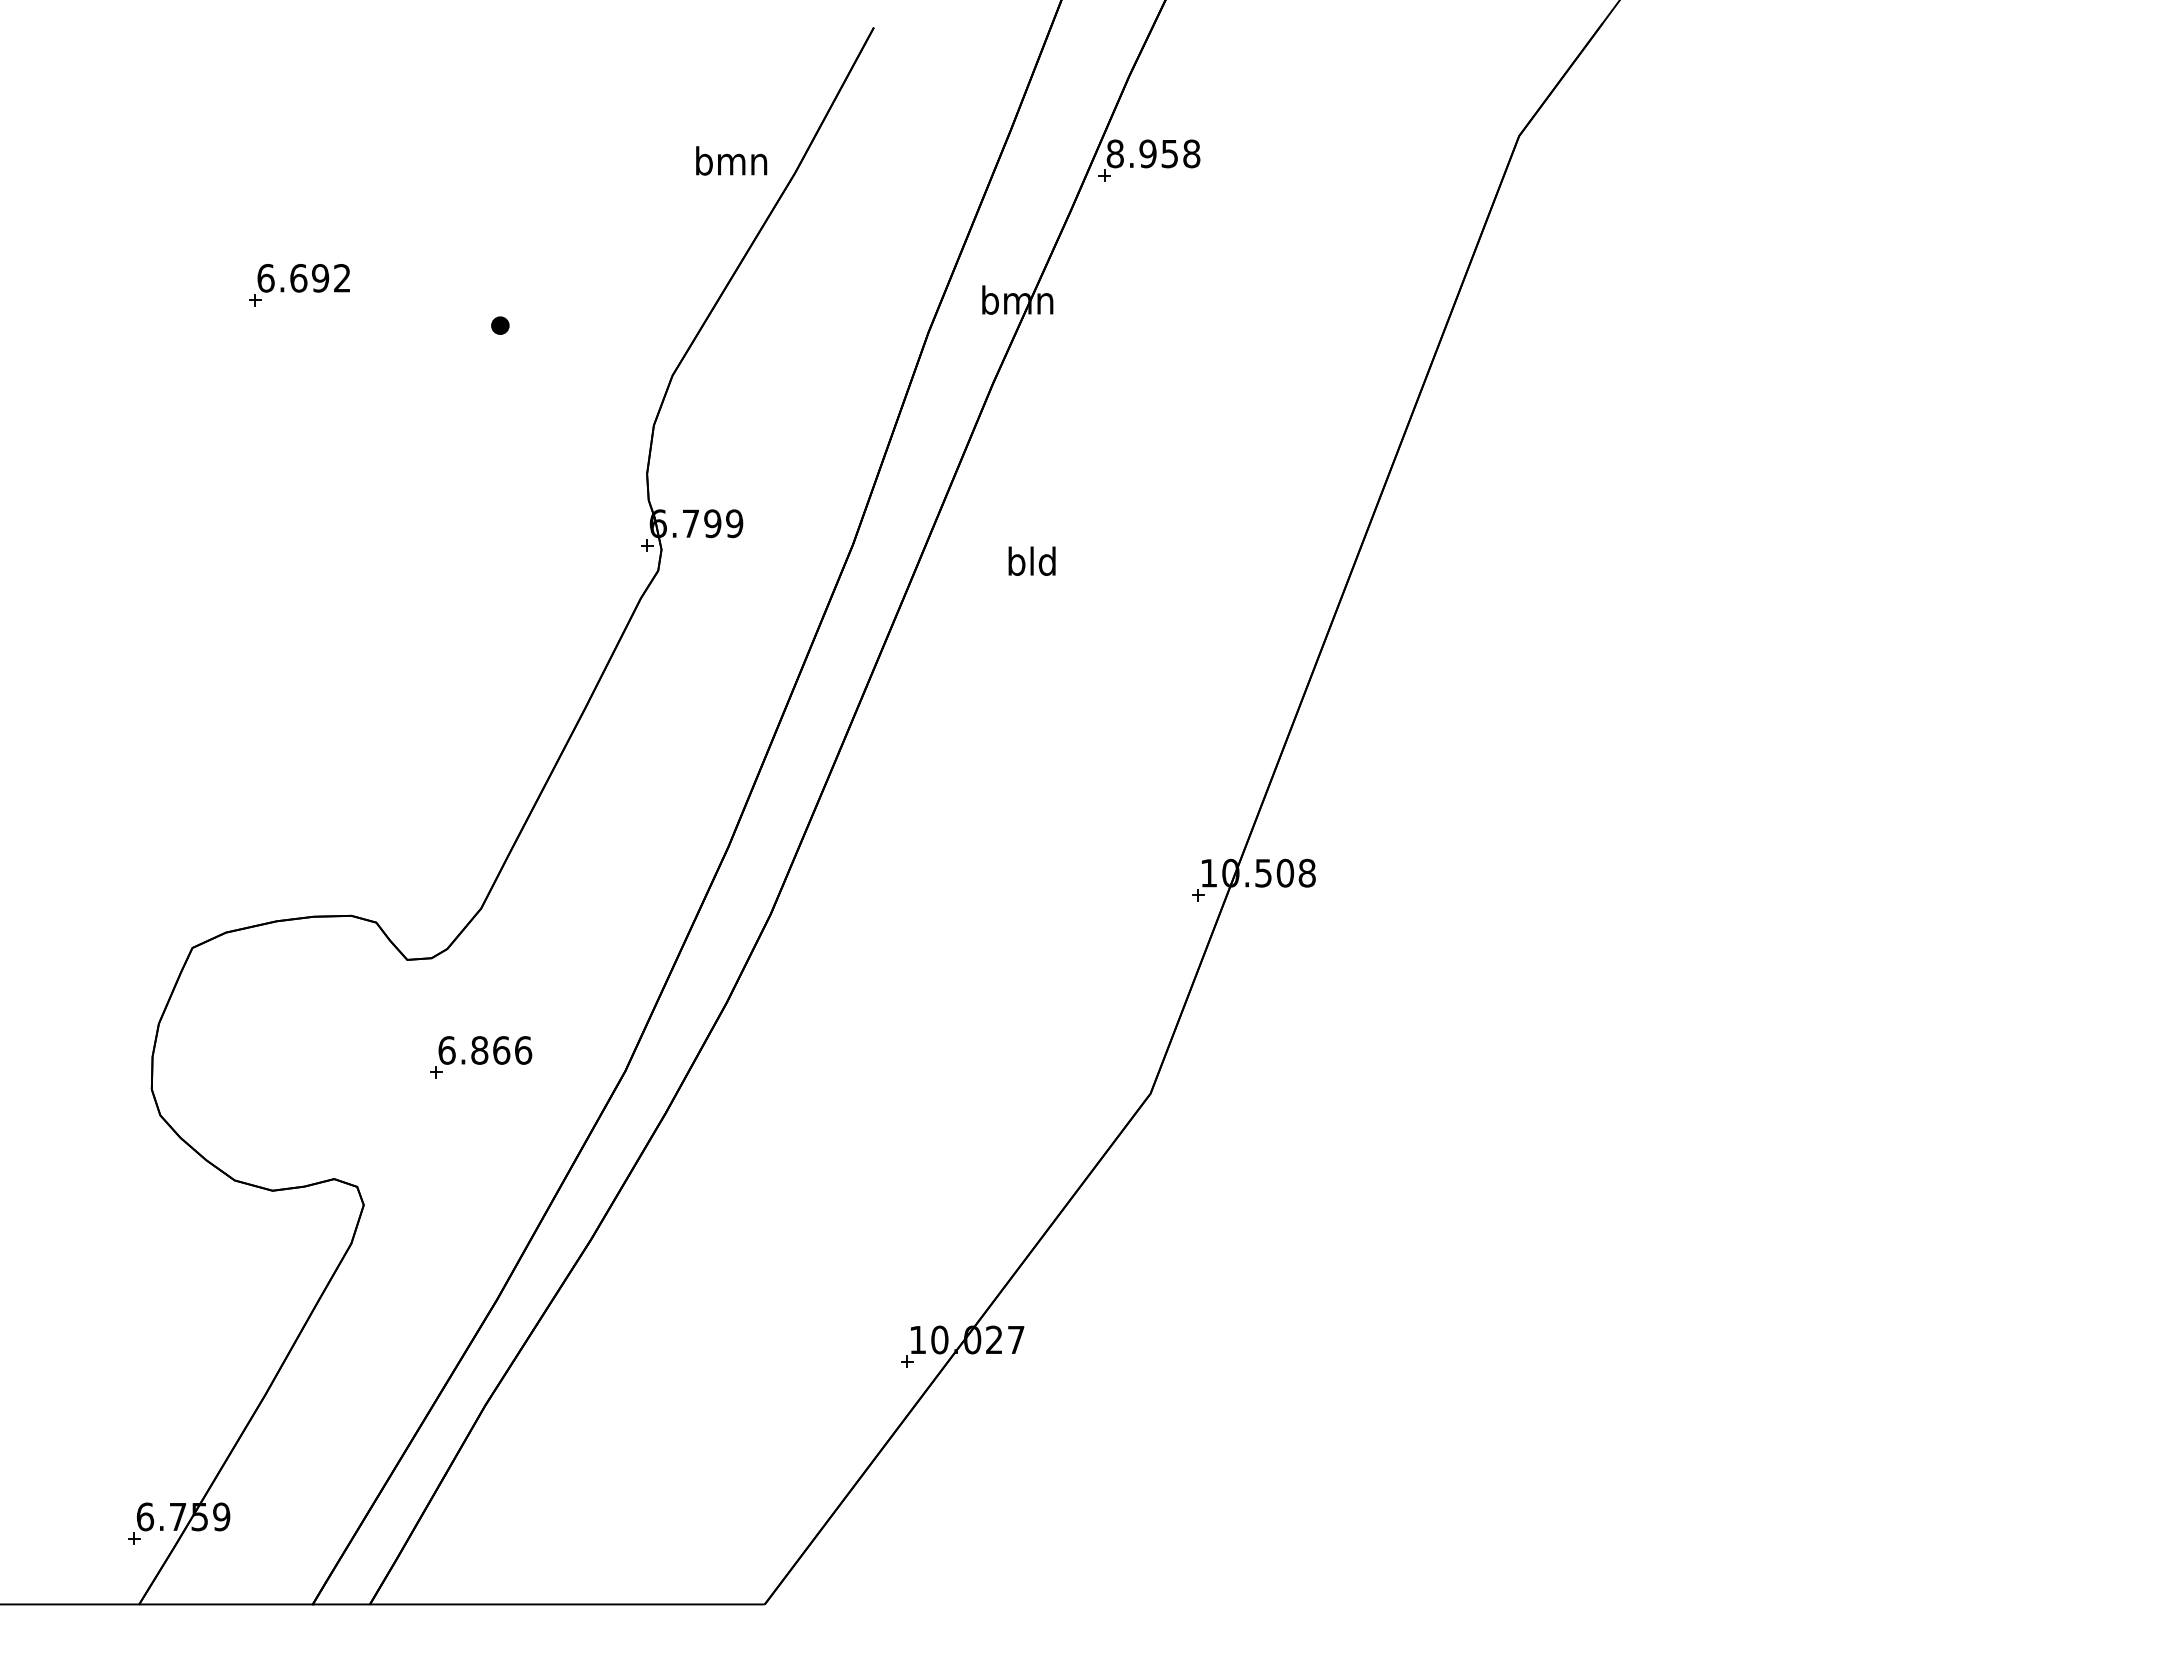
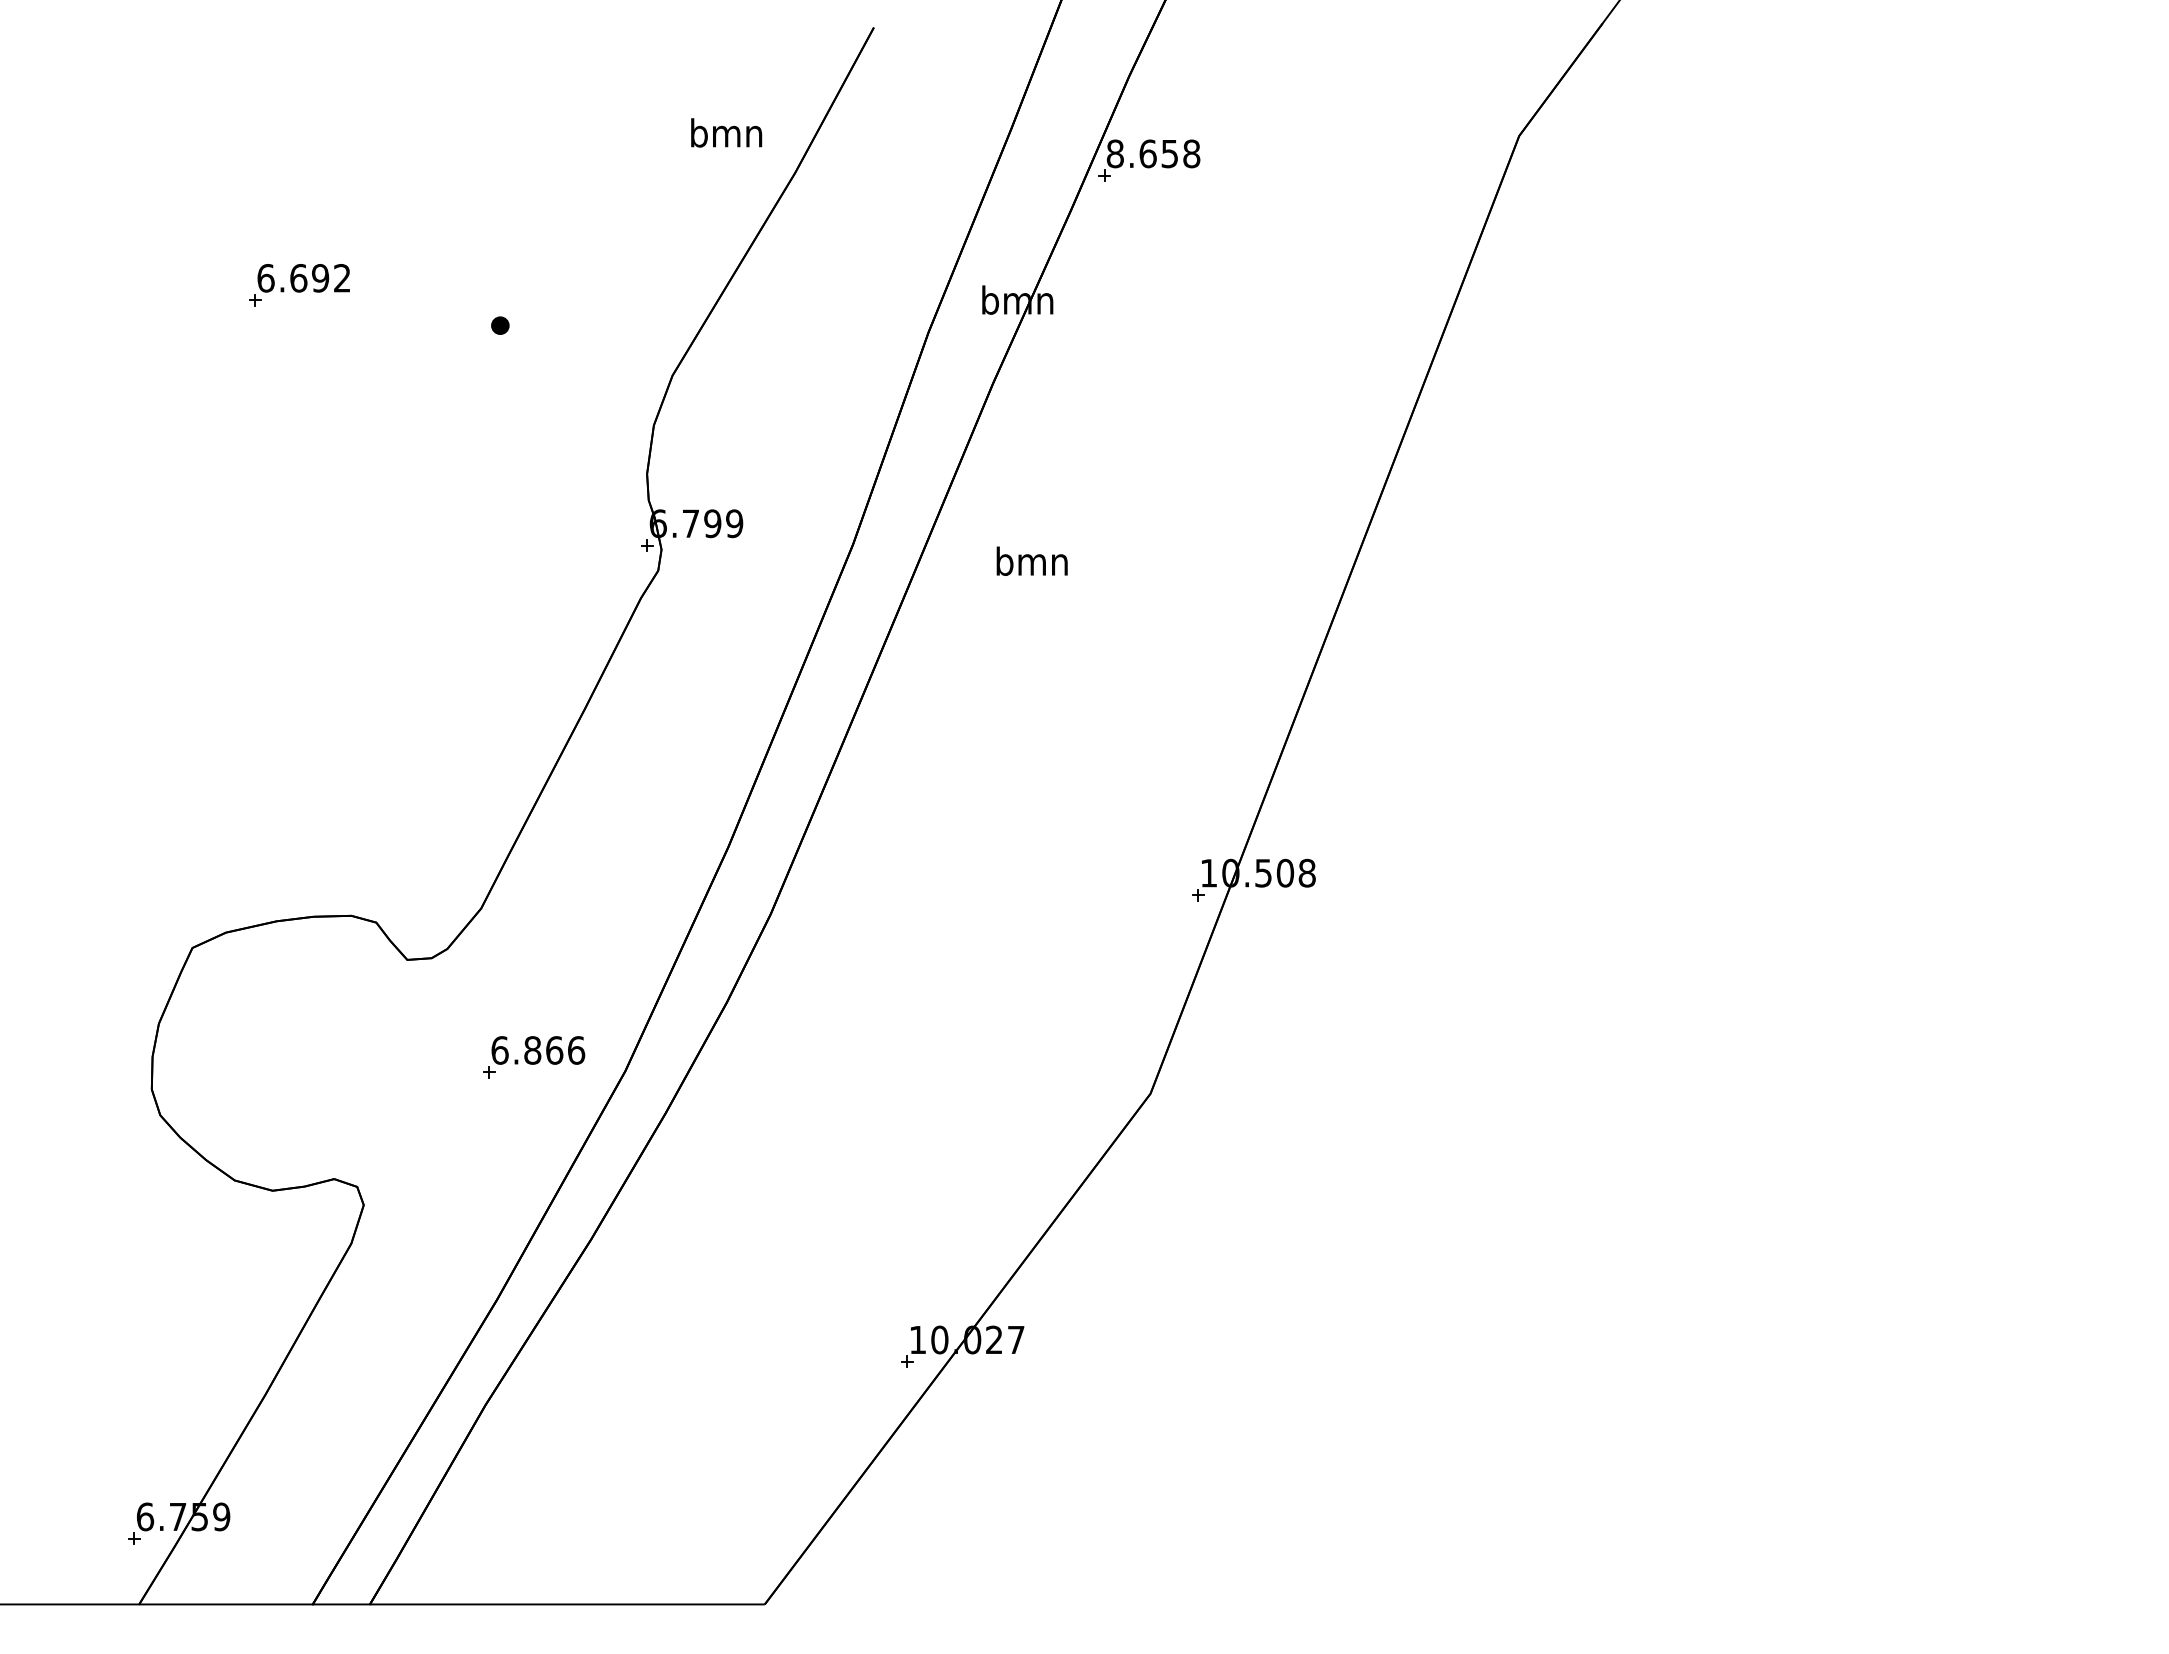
text at (1147, 153): 8.958 -> 8.658
text at (731, 160) position: (731, 160) -> (726, 132)
text at (1031, 560): bld -> bmn
part at (481, 1057) position: (481, 1057) -> (534, 1057)
